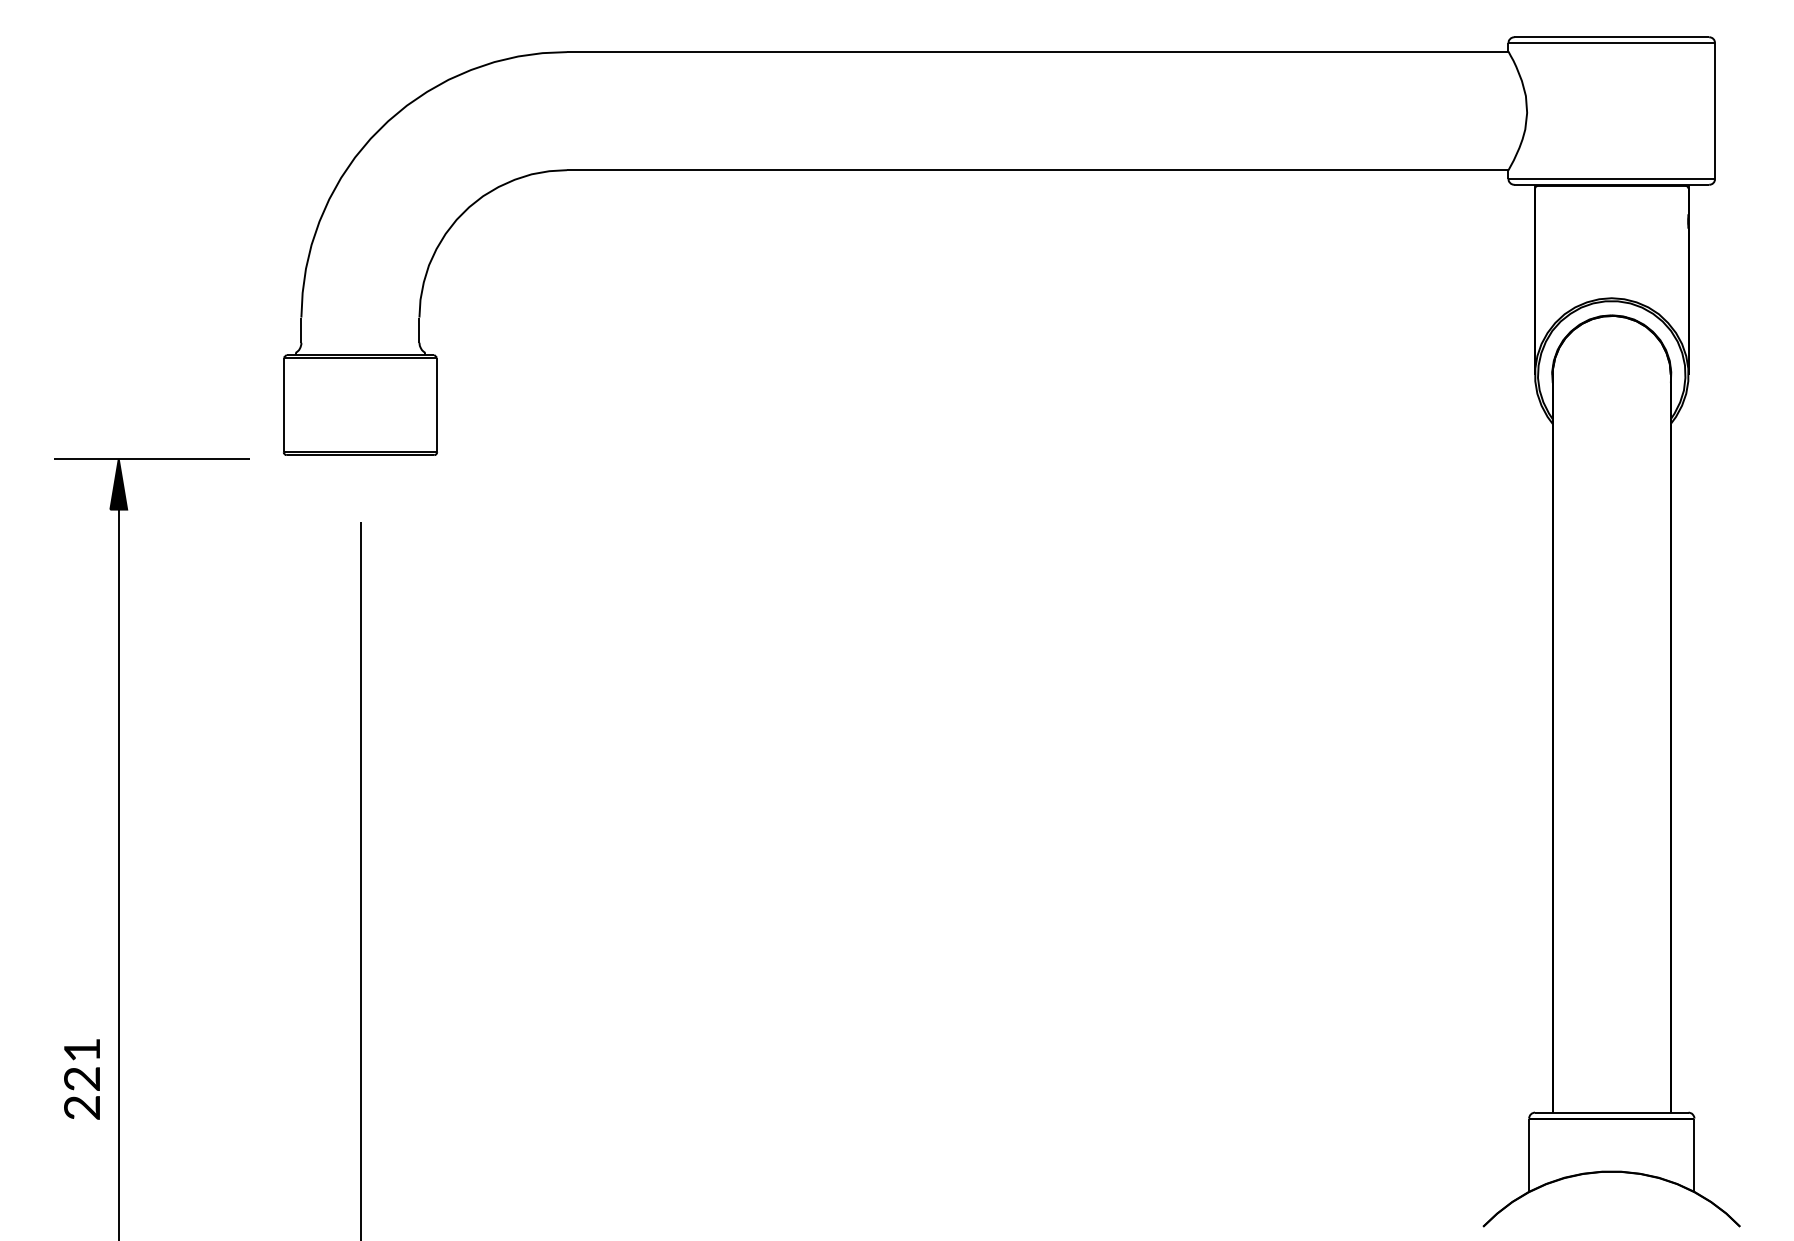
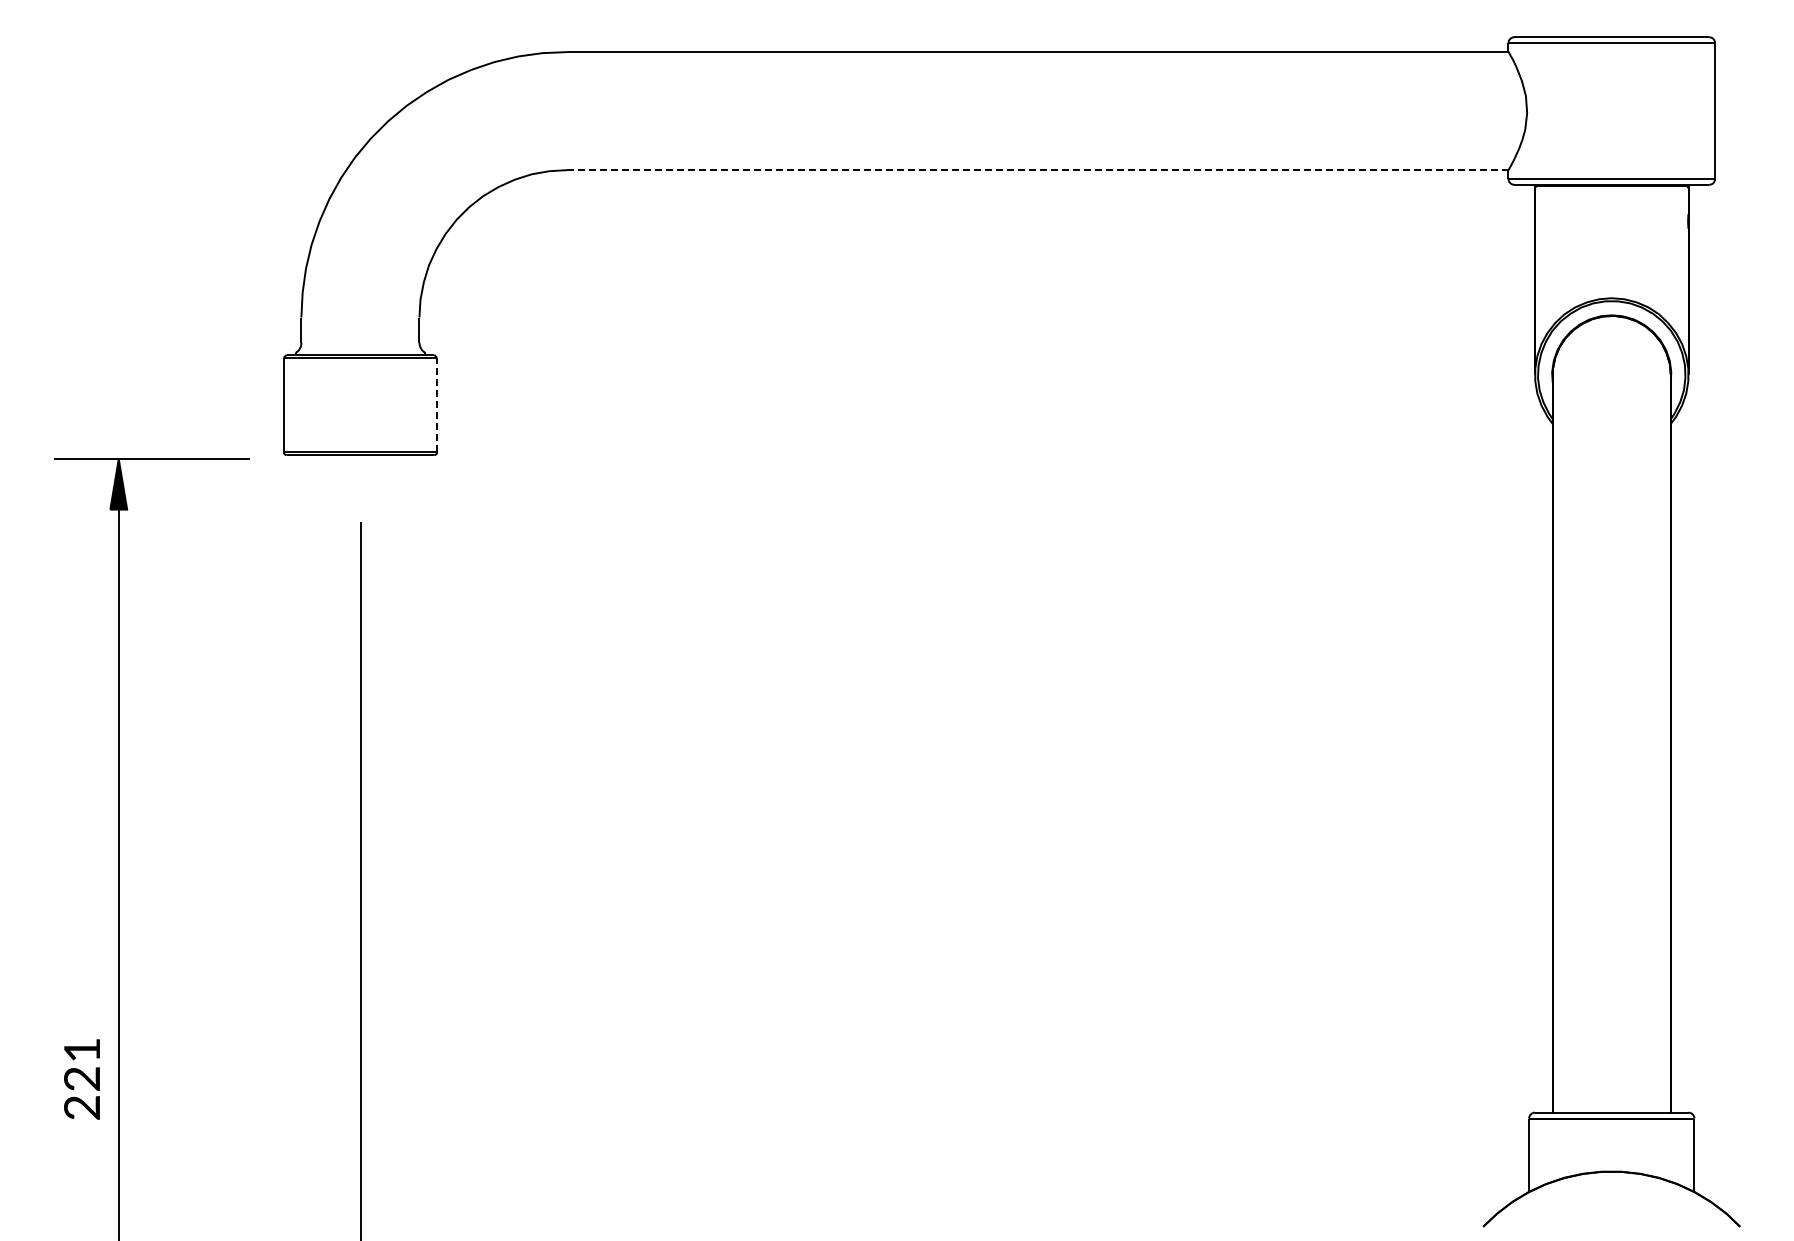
line at (1037, 170): solid -> dashed
line at (437, 404): solid -> dashed
